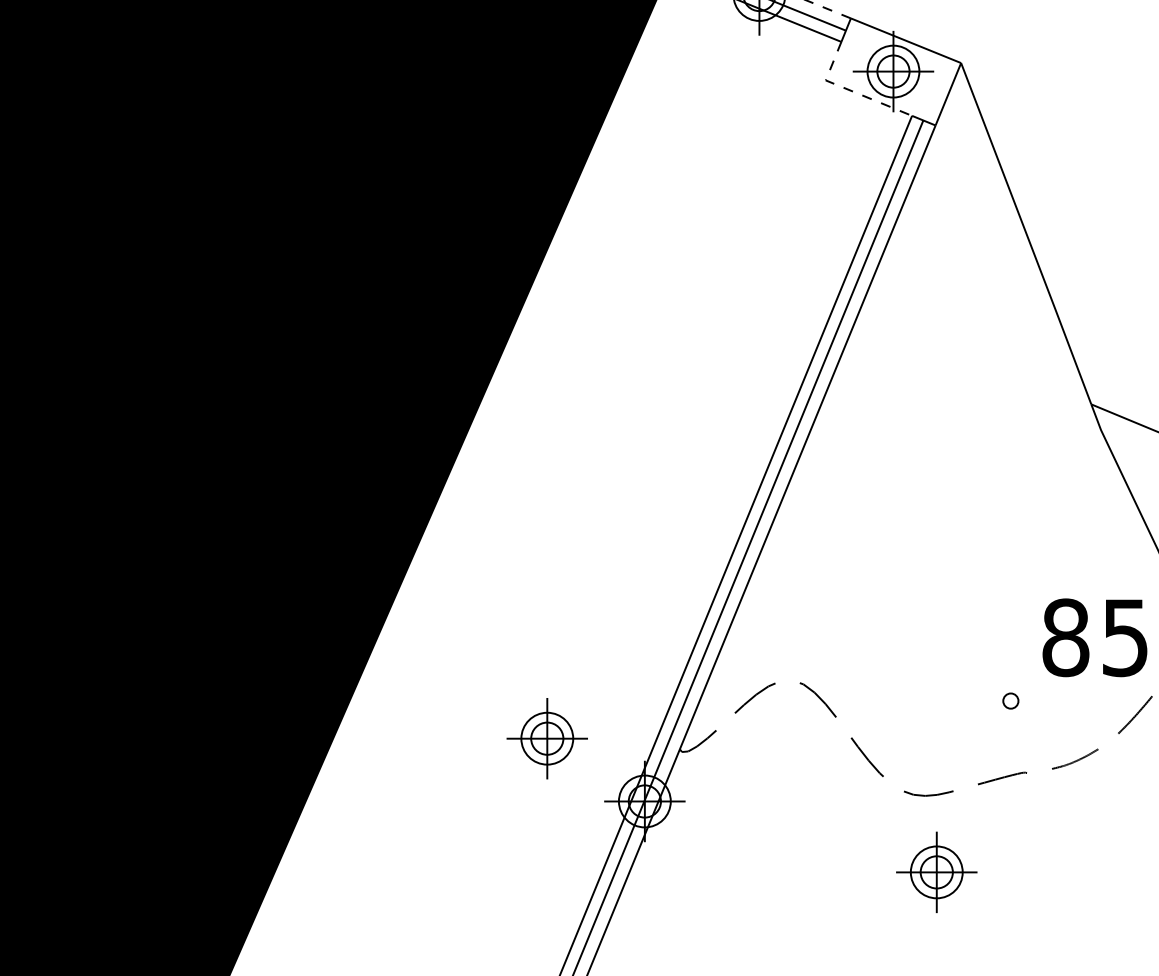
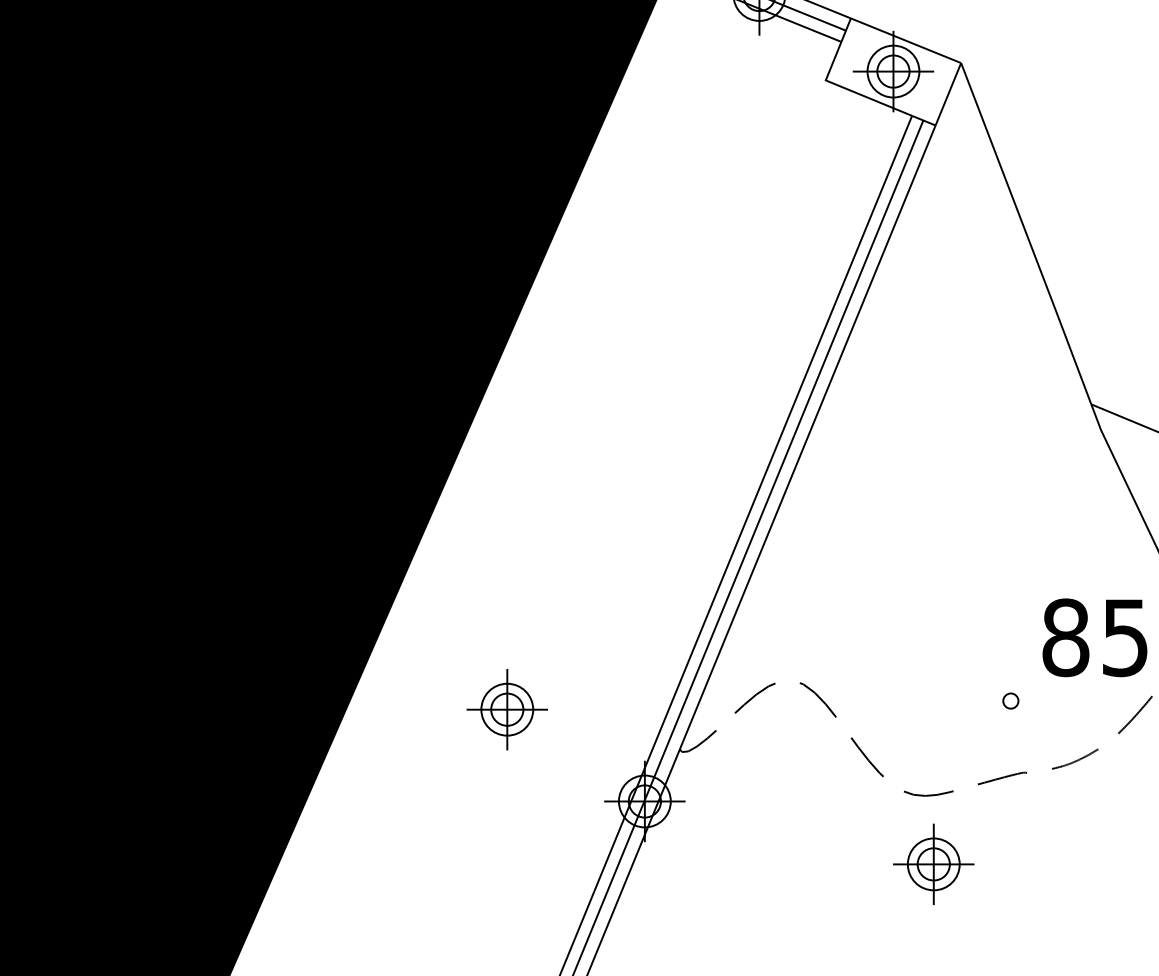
line at (827, 9): dashed -> solid
line at (849, 90): dashed -> solid
part at (546, 738) position: (546, 738) -> (506, 709)
part at (936, 871) position: (936, 871) -> (933, 863)
